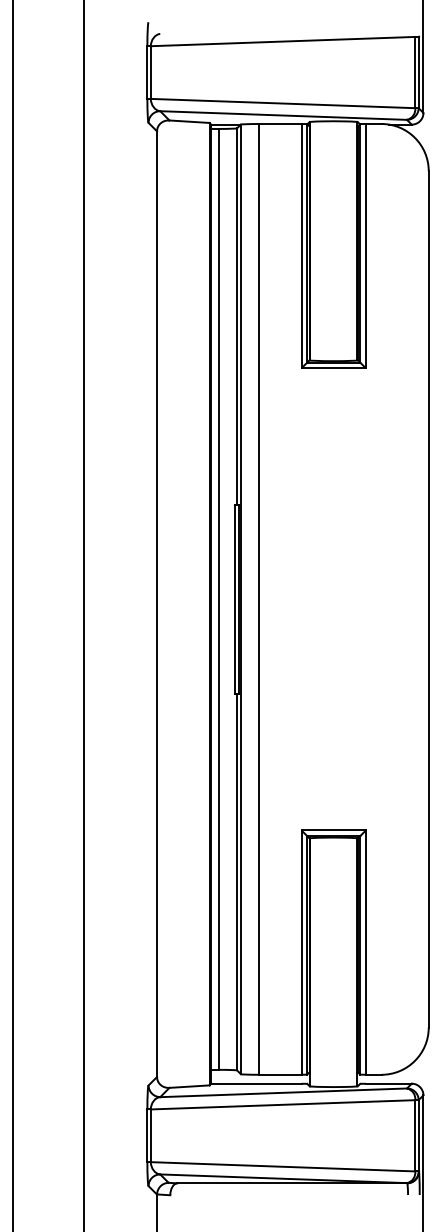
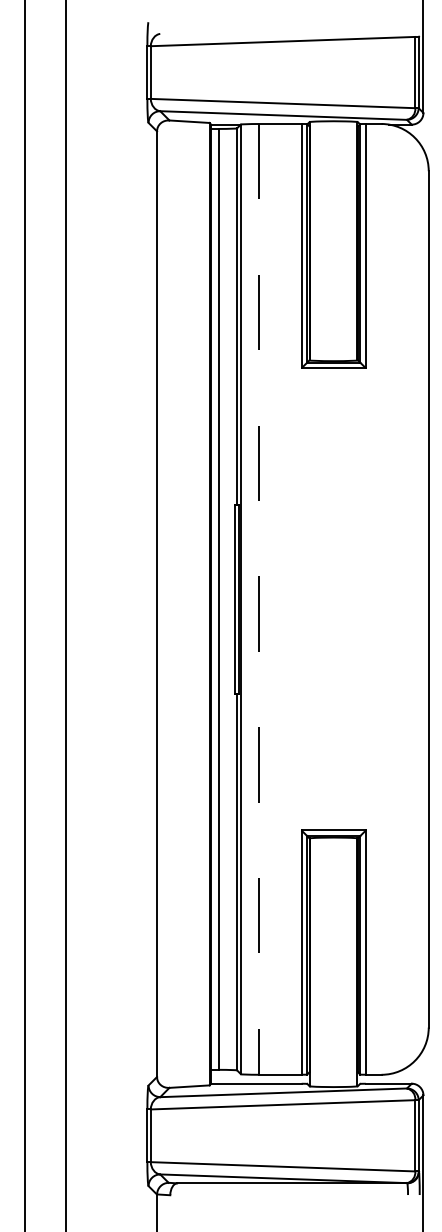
line at (258, 599): solid -> dashed
line at (13, 615) position: (13, 615) -> (25, 615)
line at (83, 615) position: (83, 615) -> (65, 615)
